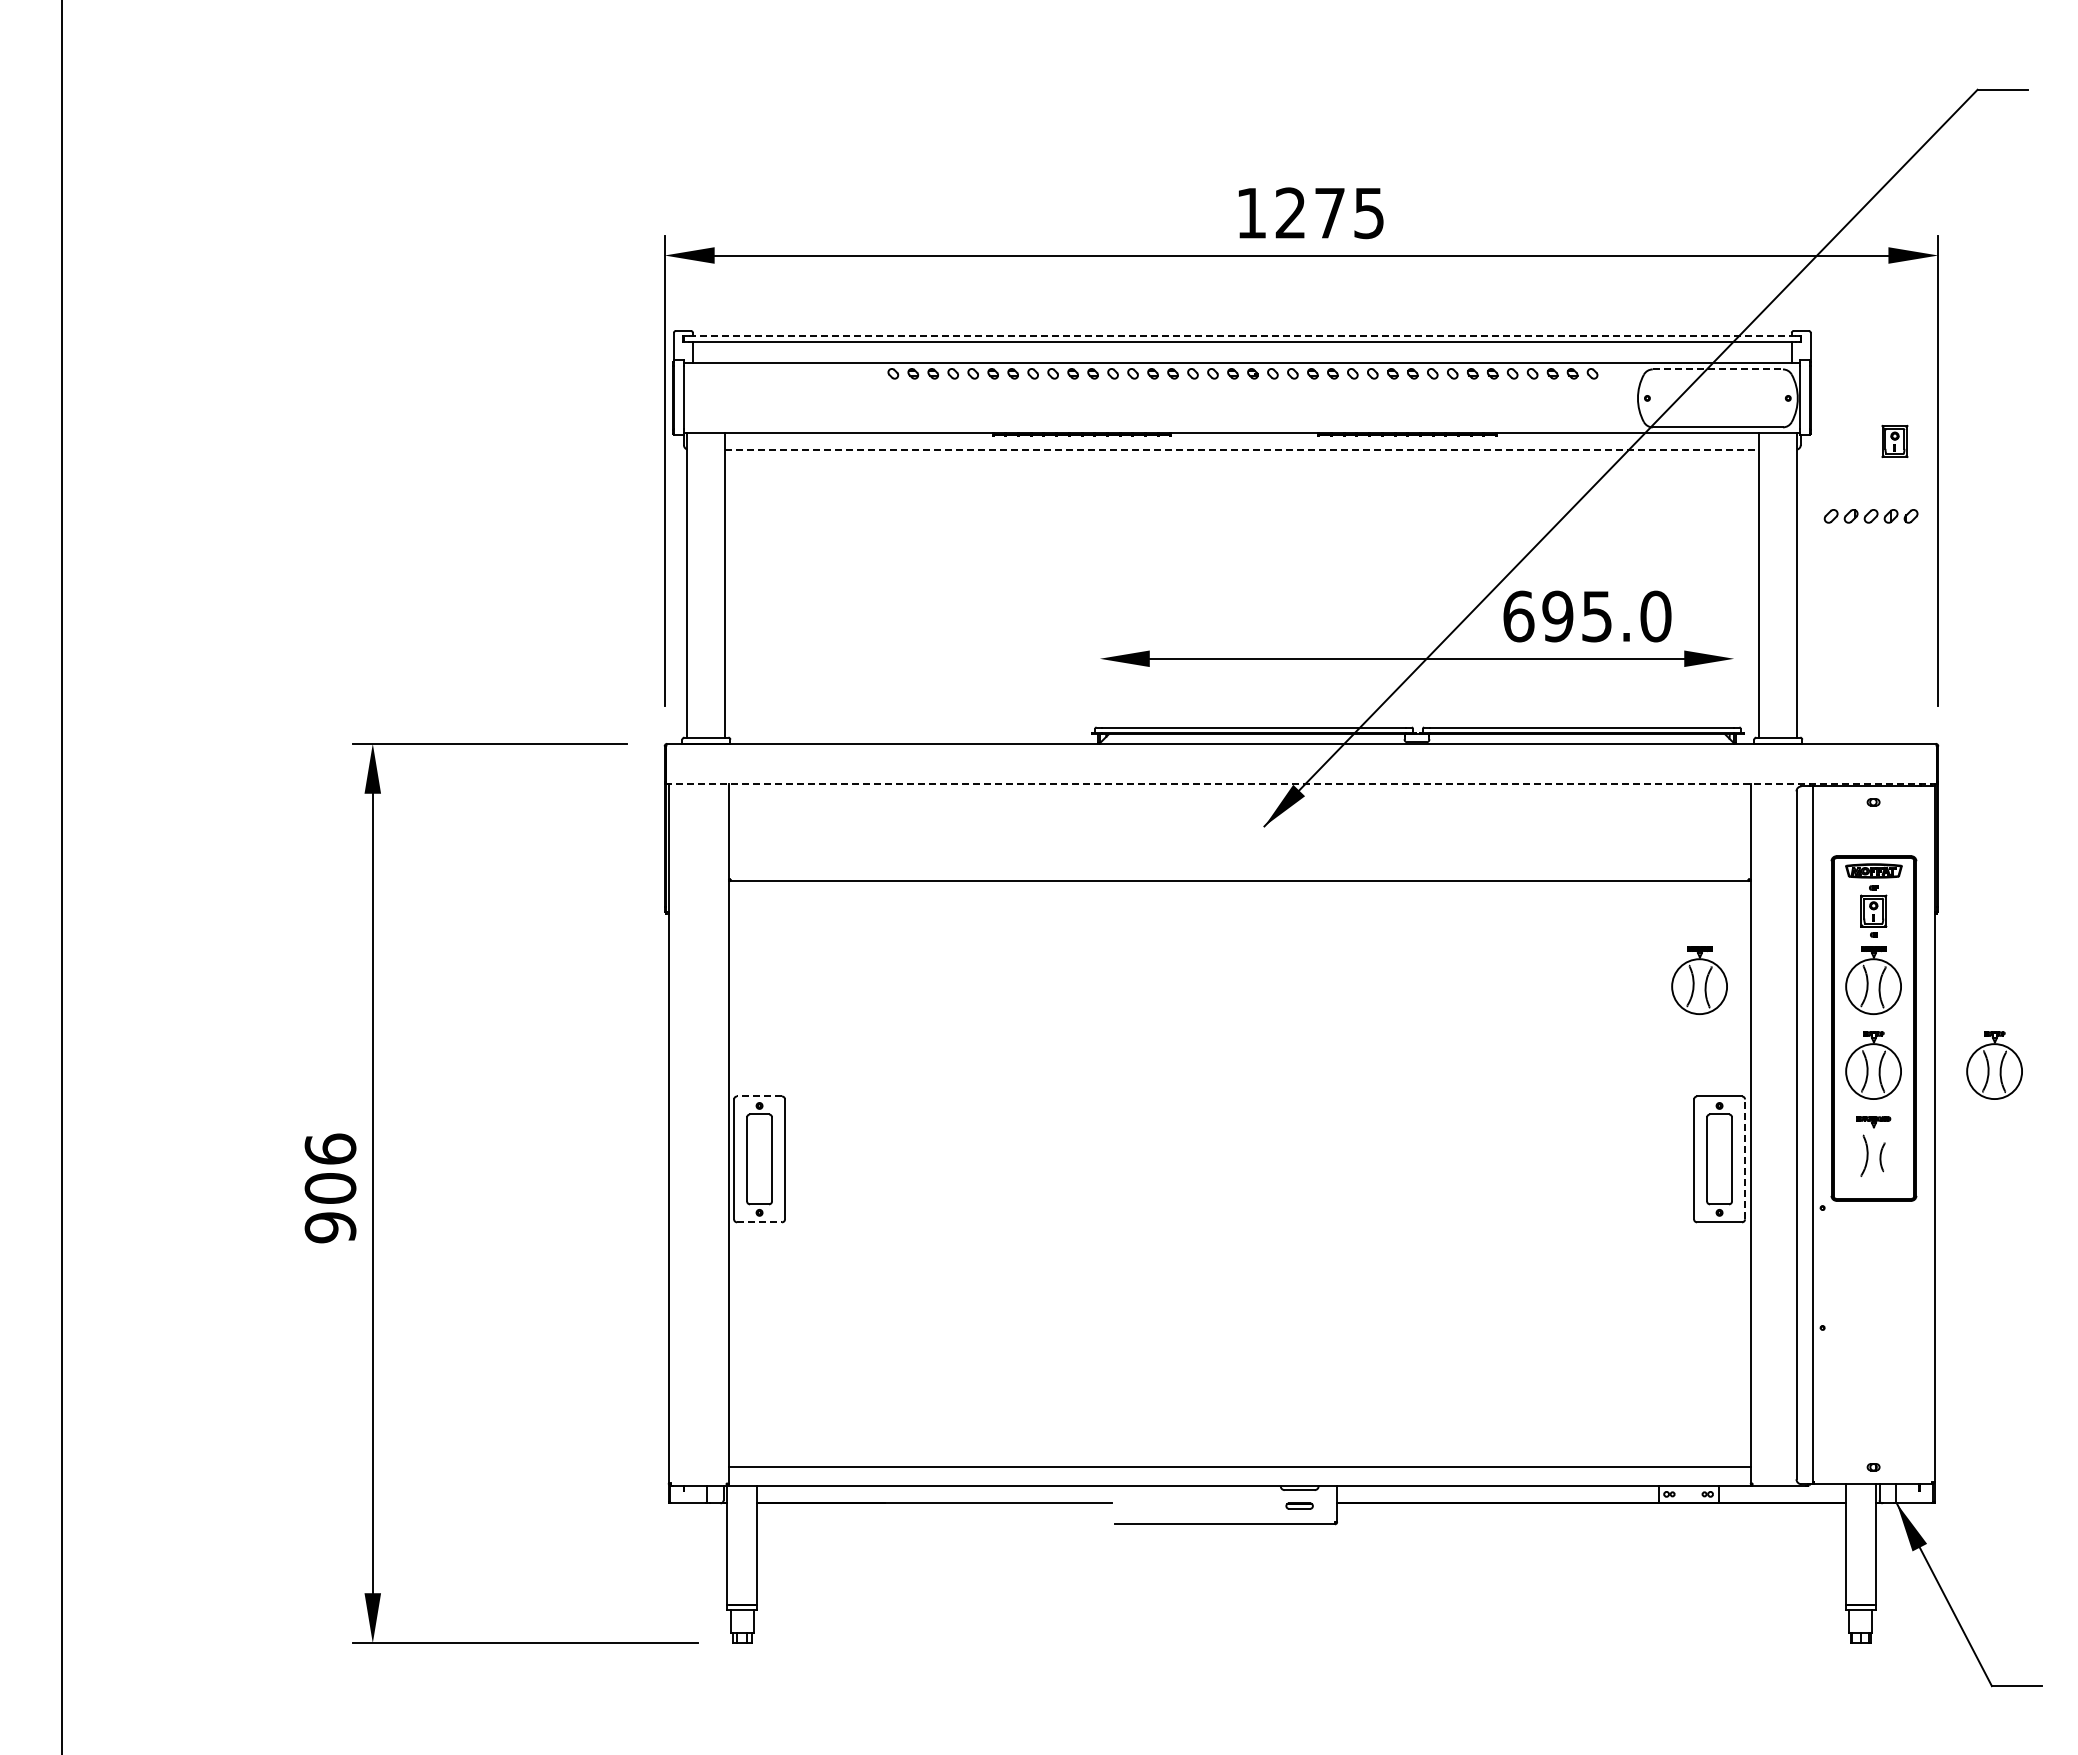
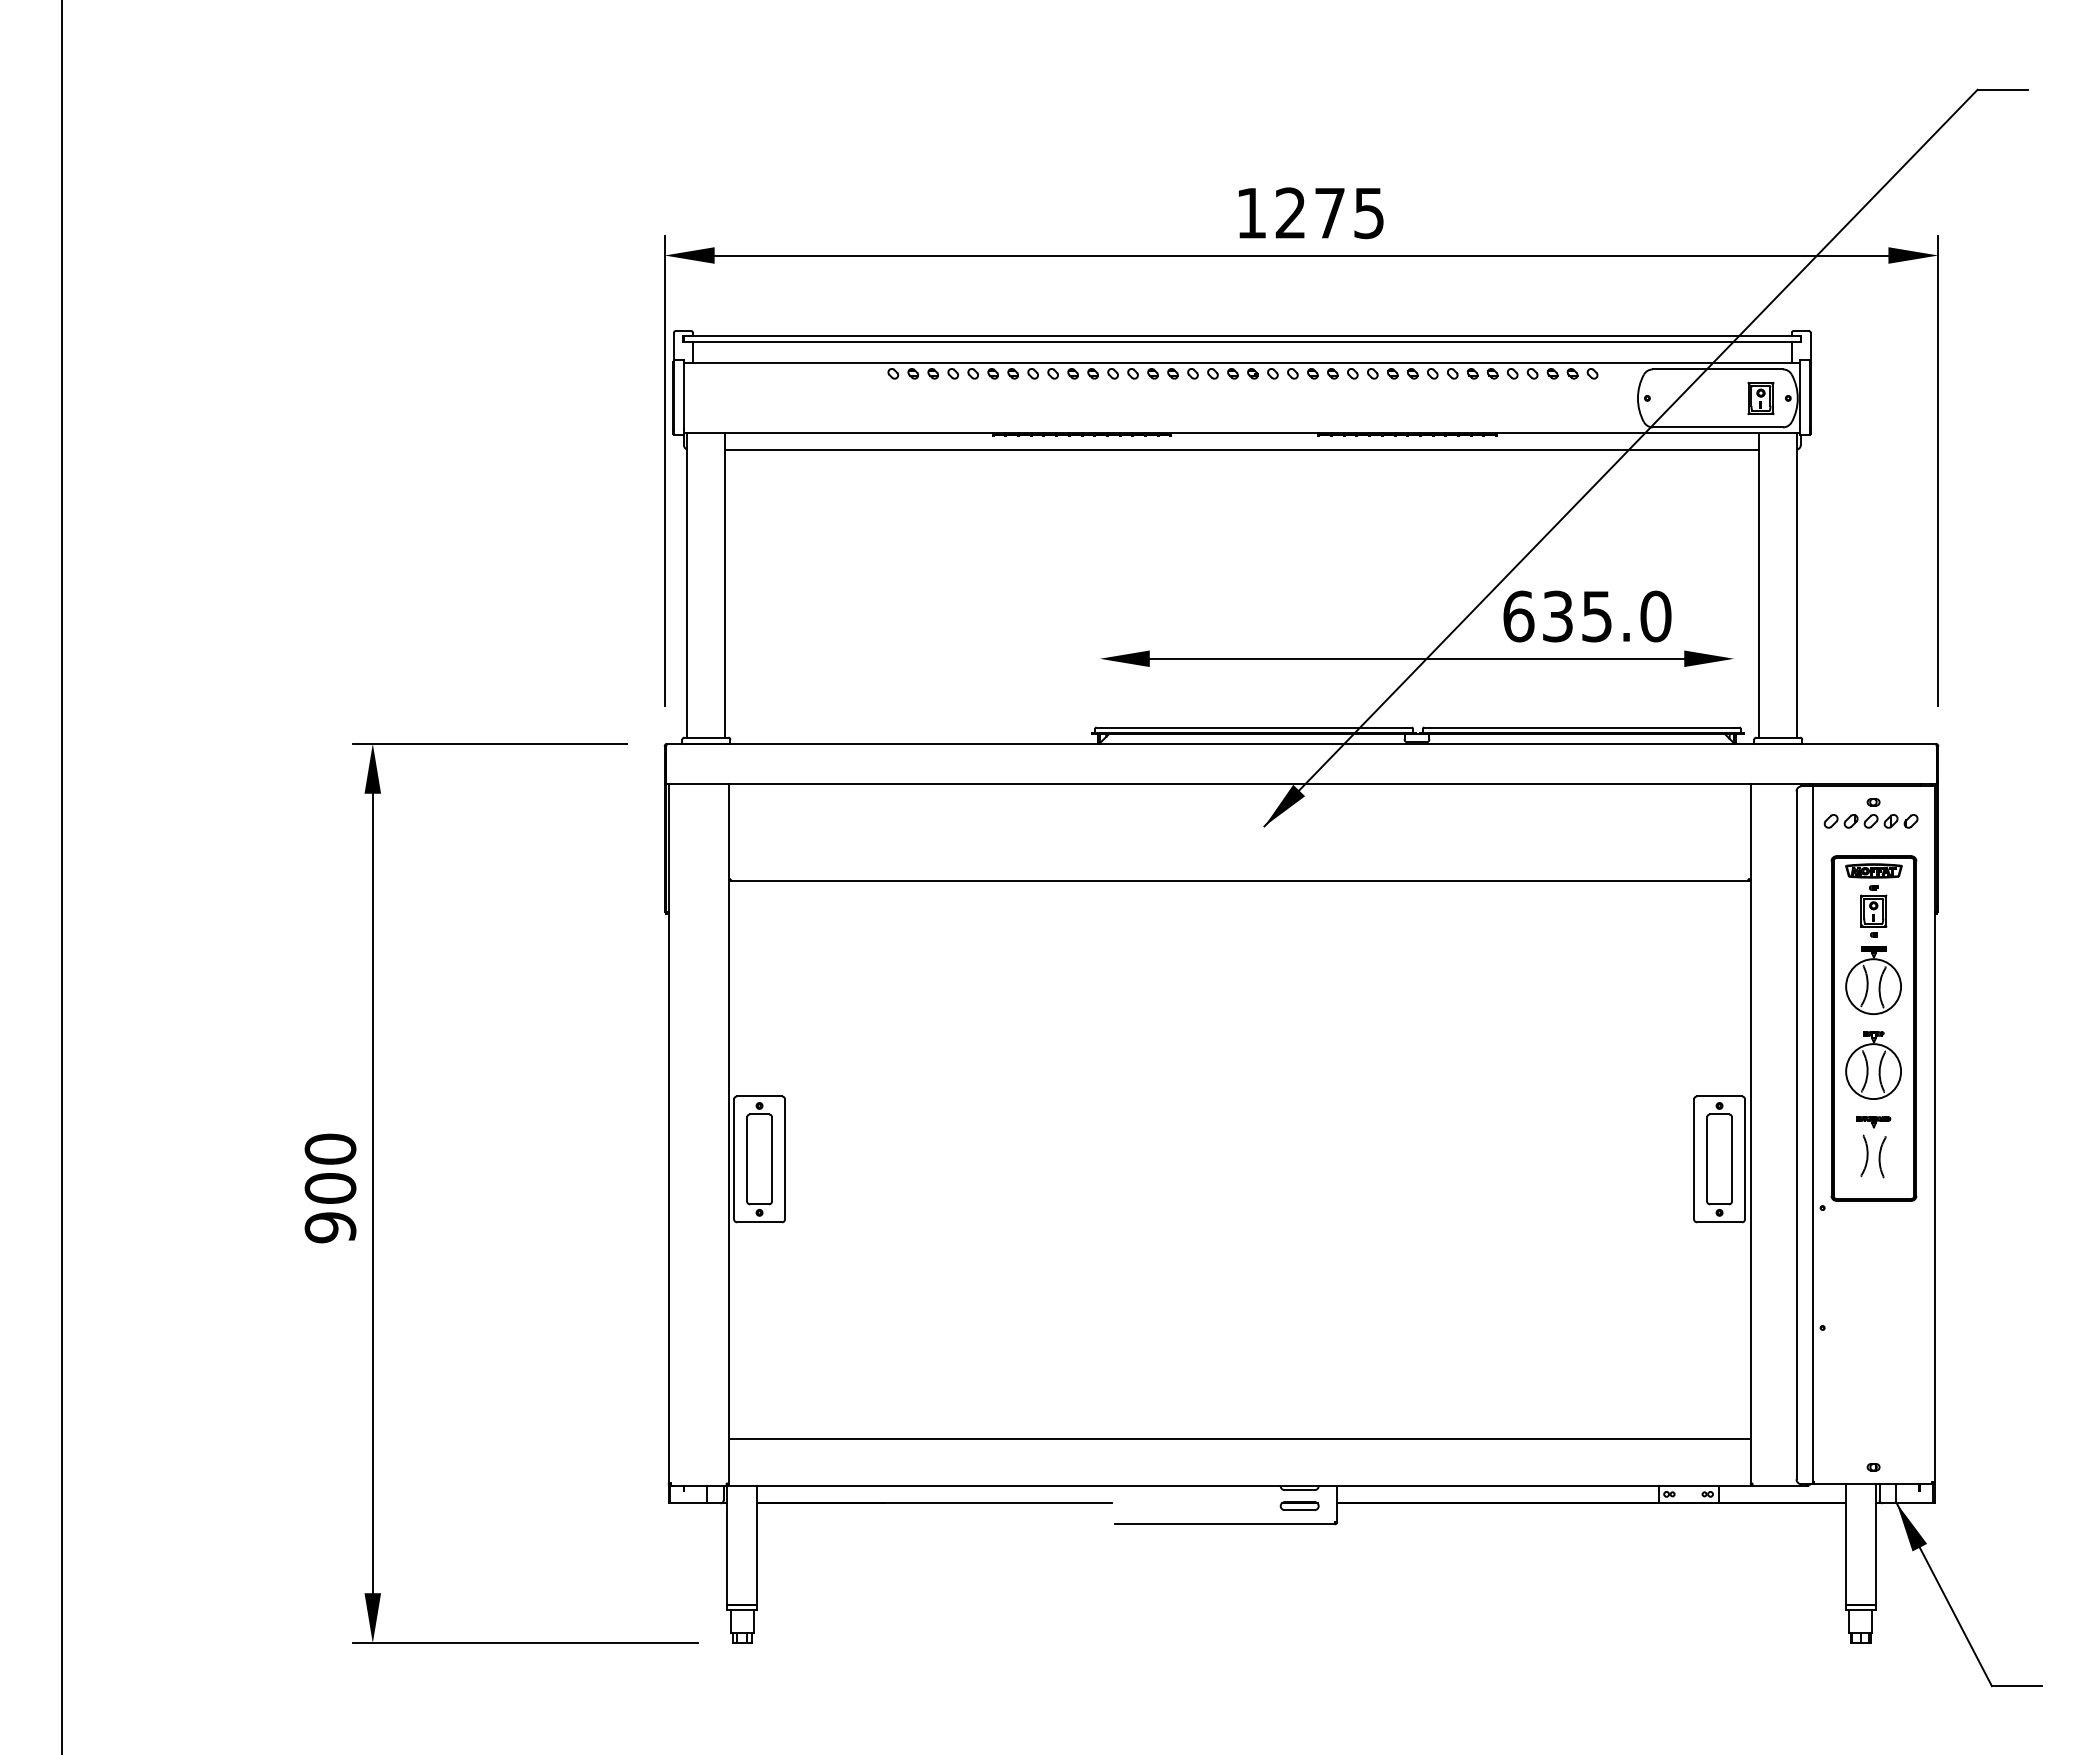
line at (1241, 335): dashed -> solid
line at (1718, 369): dashed -> solid
part at (1894, 440) position: (1894, 440) -> (1760, 397)
line at (1242, 449): dashed -> solid
part at (1870, 516) position: (1870, 516) -> (1870, 821)
text at (1557, 616): 695.0 -> 635.0
line at (1301, 783): dashed -> solid
part at (1699, 980): present -> none
part at (1994, 1065): present -> none
line at (759, 1096): dashed -> solid
text at (330, 1148): 906 -> 900
part at (1882, 1157) size: 7x31 px -> 9x43 px
line at (1745, 1159): dashed -> solid
line at (760, 1222): dashed -> solid
line at (1239, 1467) position: (1239, 1467) -> (1239, 1439)
part at (1299, 1505) size: 29x8 px -> 41x10 px
